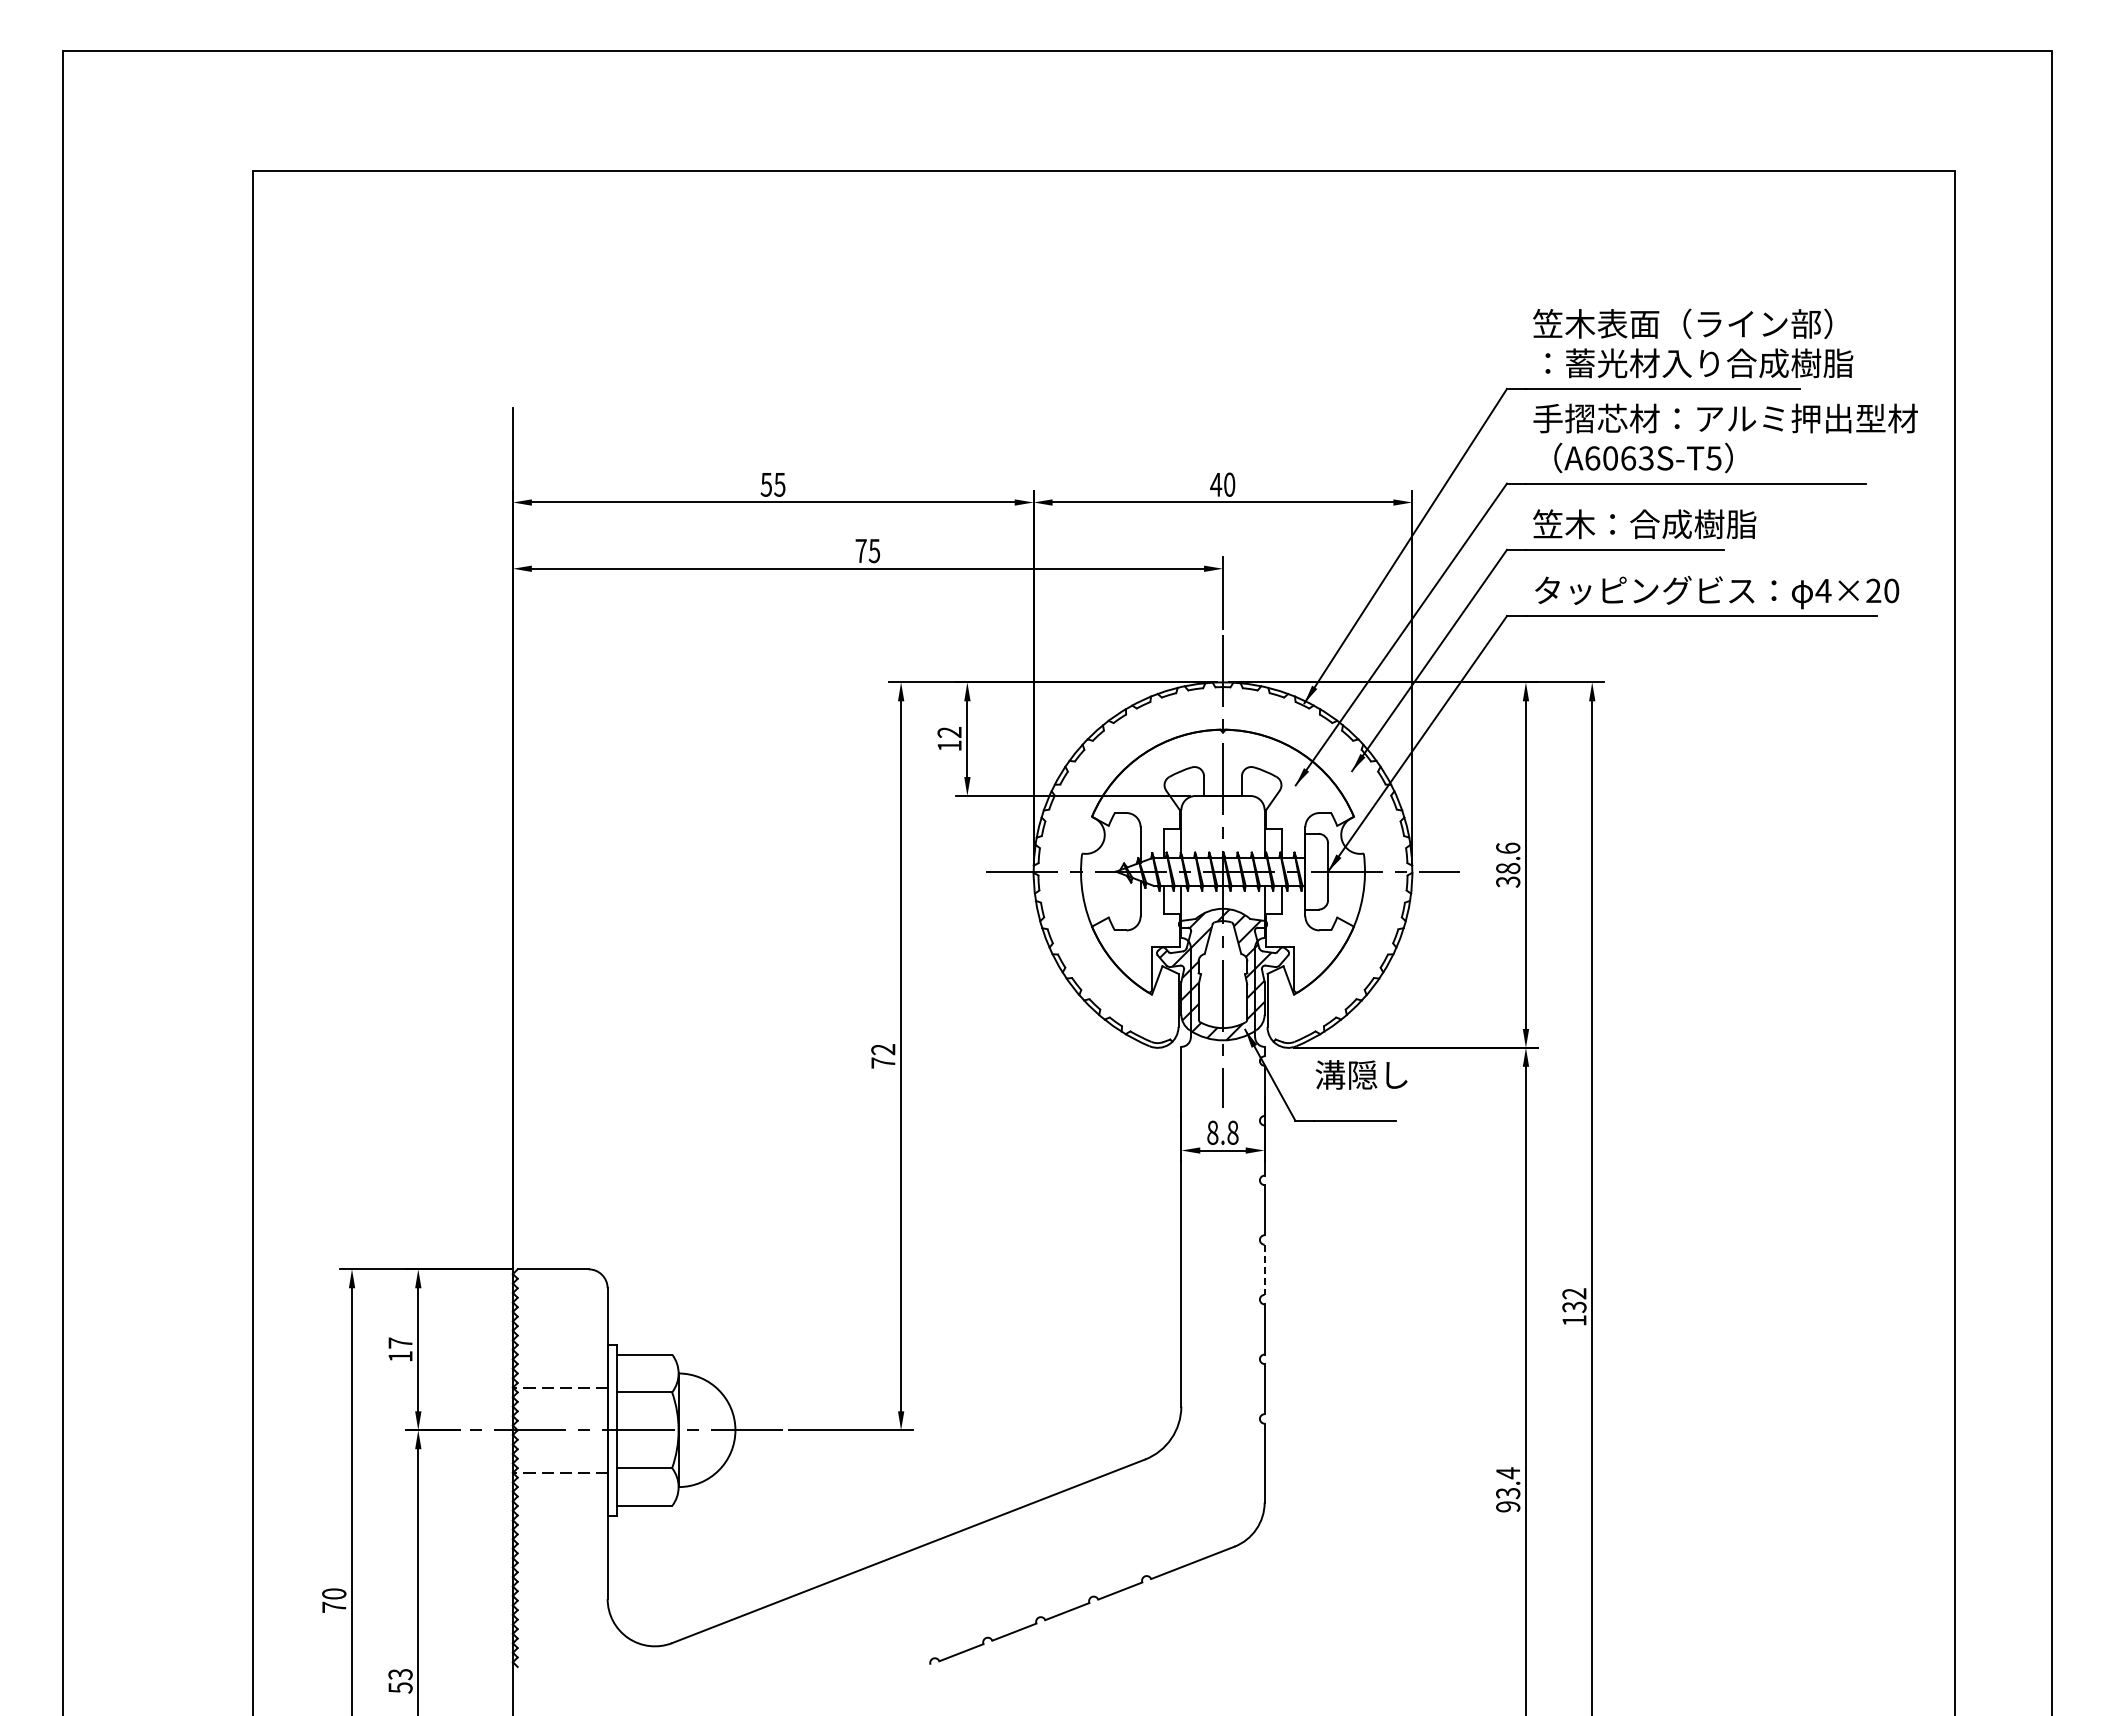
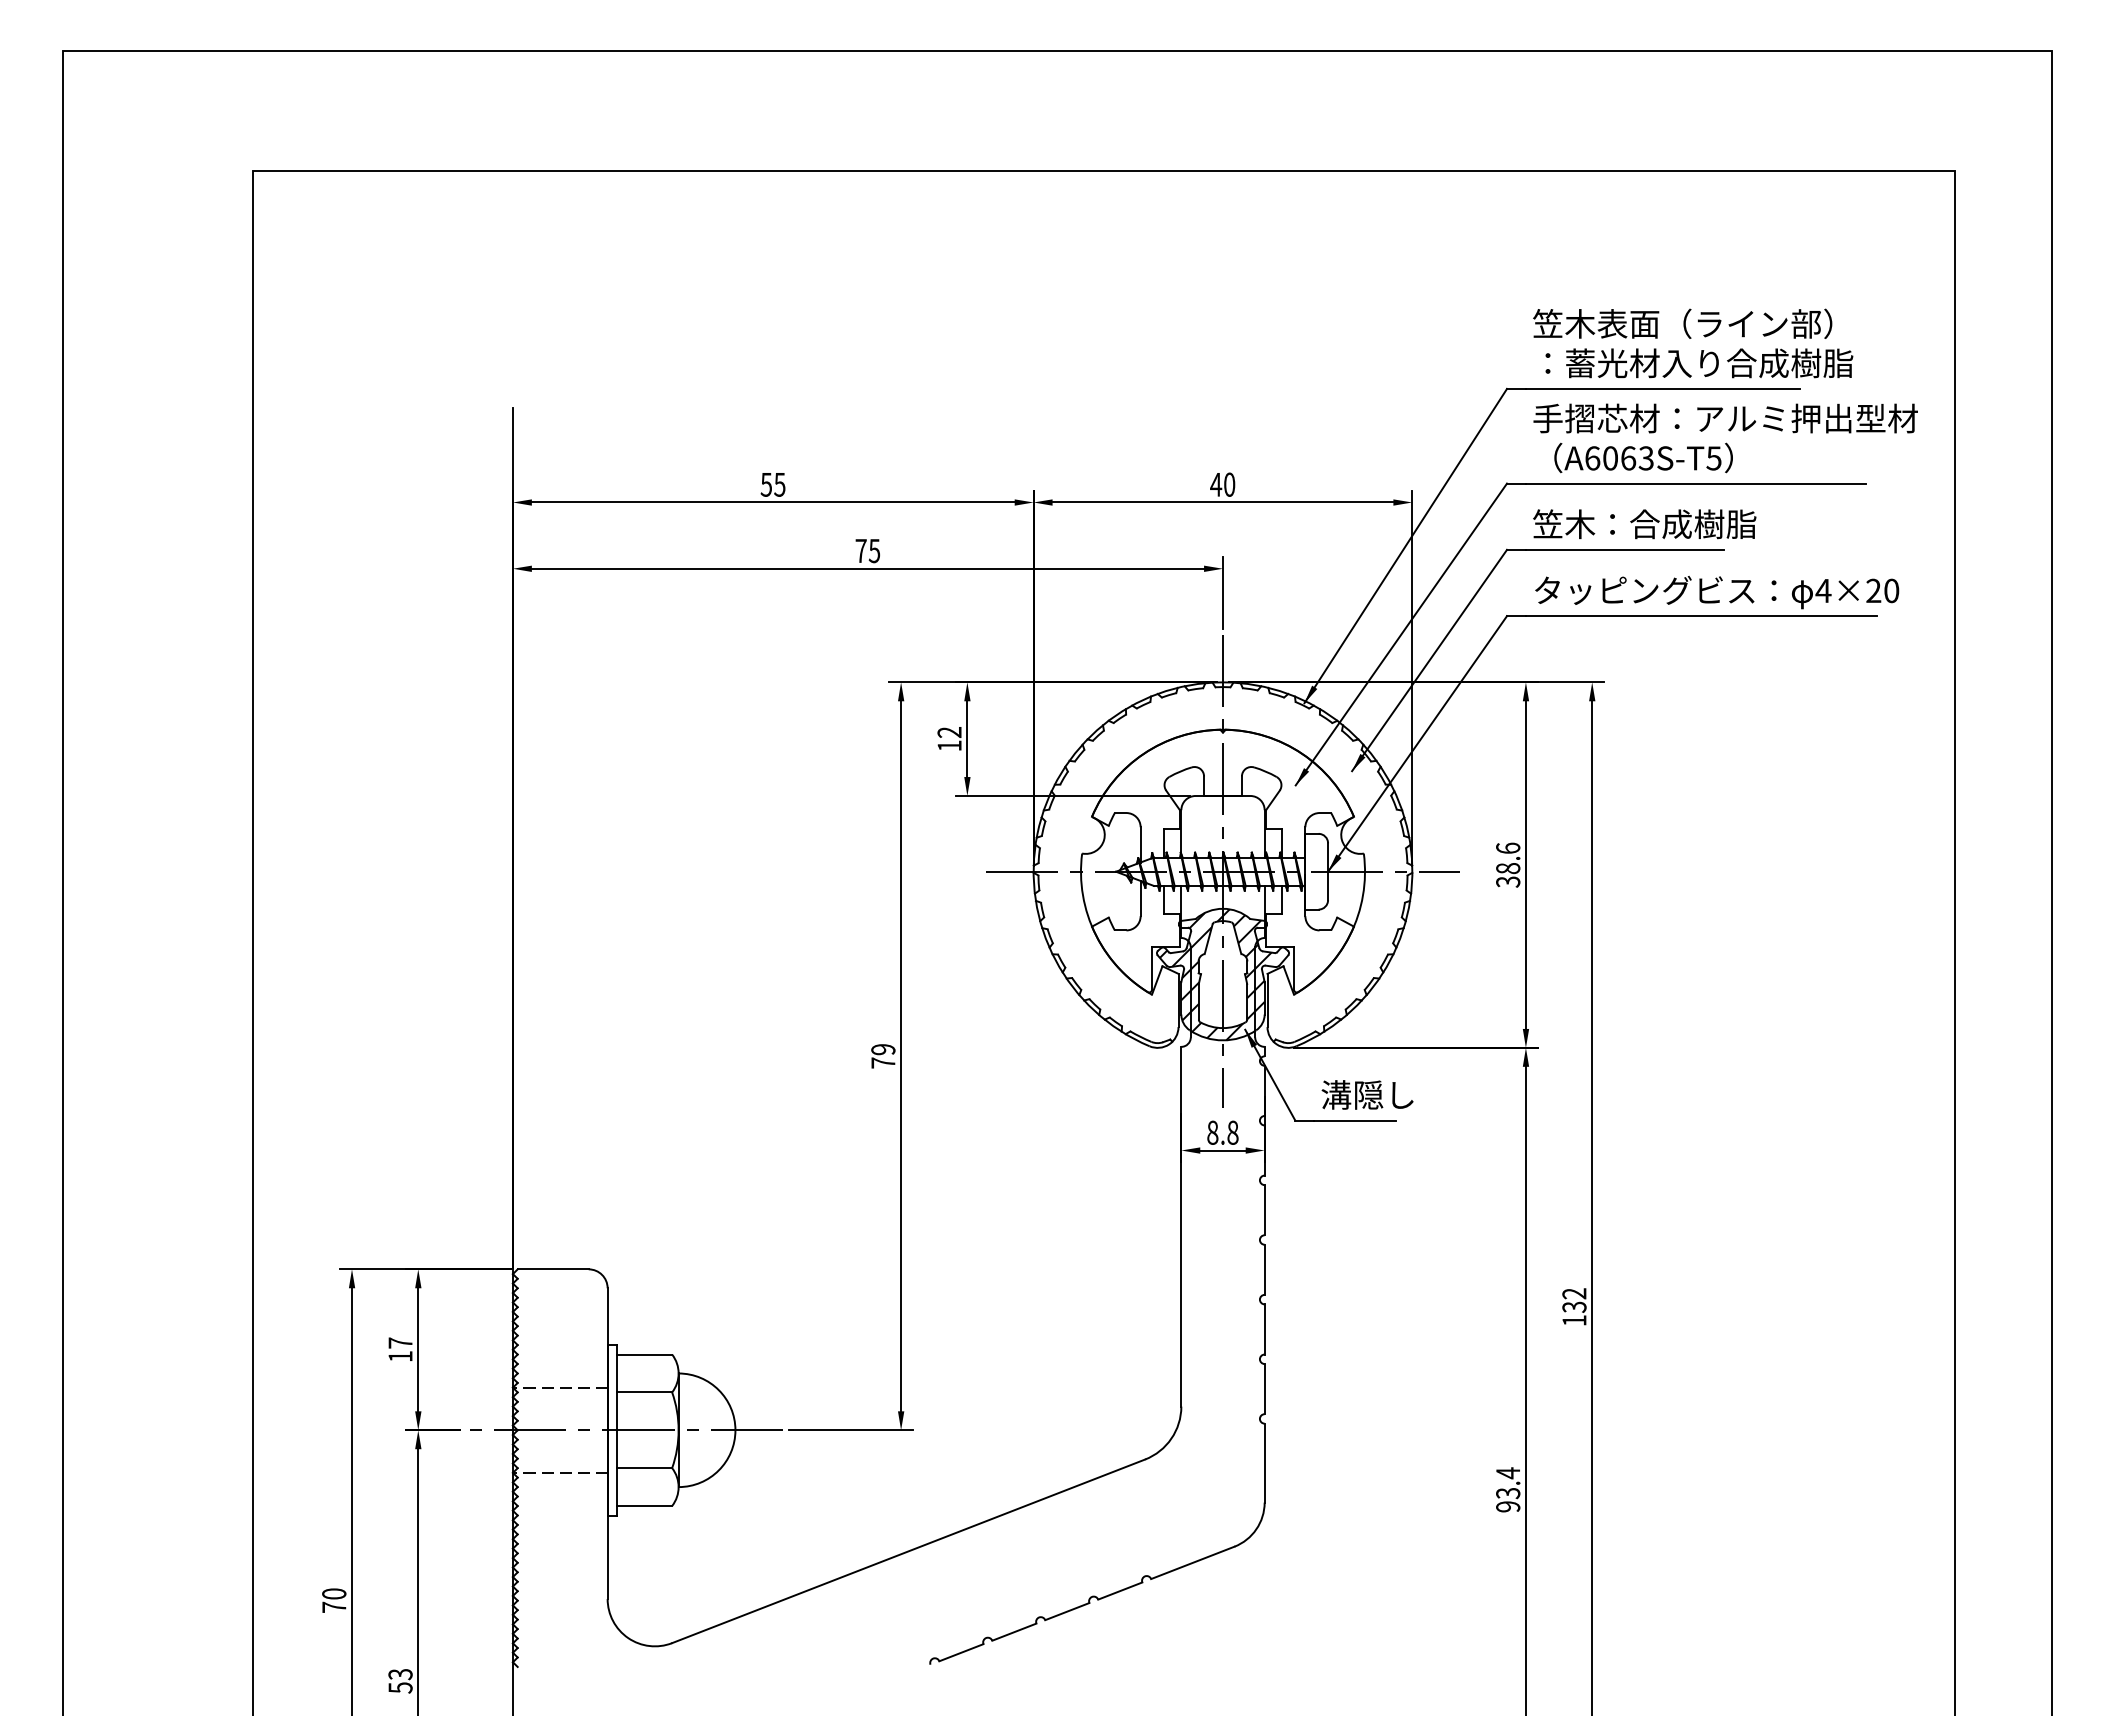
text at (883, 1049): 72 -> 79
text at (1361, 1074) position: (1361, 1074) -> (1367, 1094)
line at (1264, 1270): dashed -> solid
